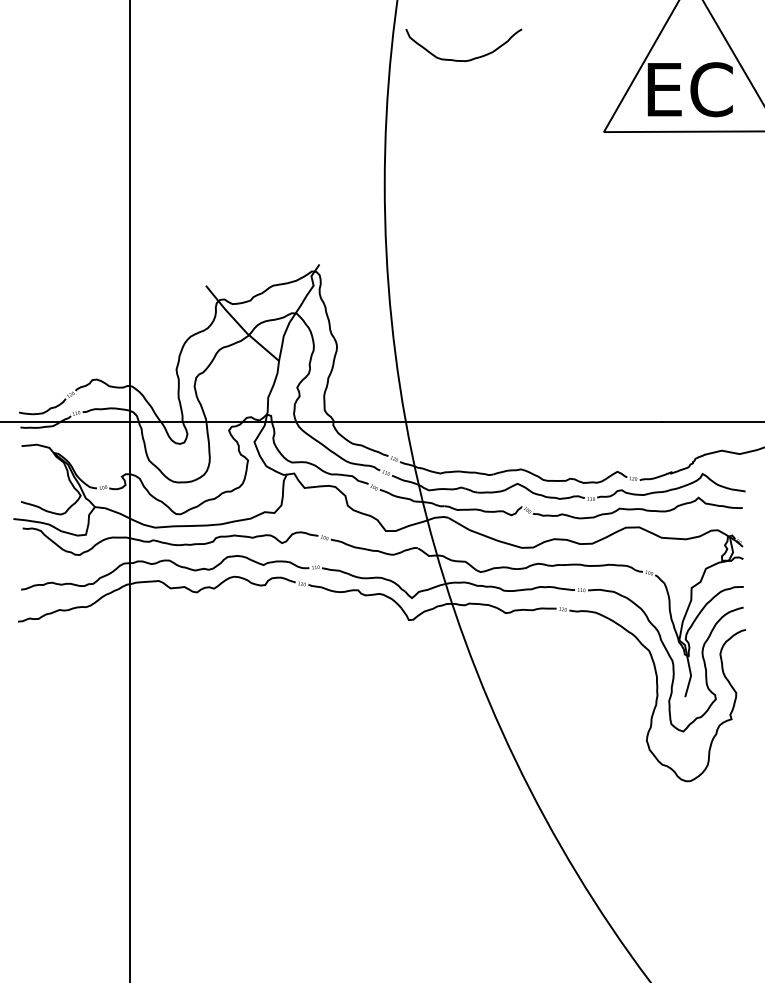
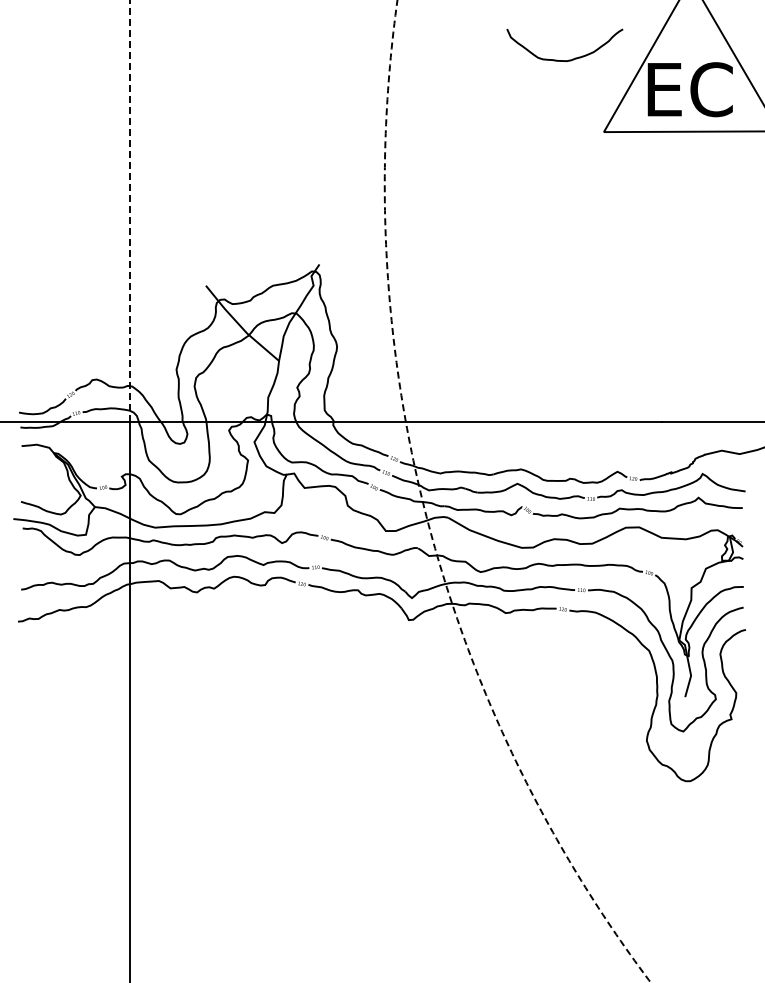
curve at (467, 59) position: (467, 59) -> (568, 59)
line at (130, 211): solid -> dashed
circle at (517, 491): solid -> dashed
